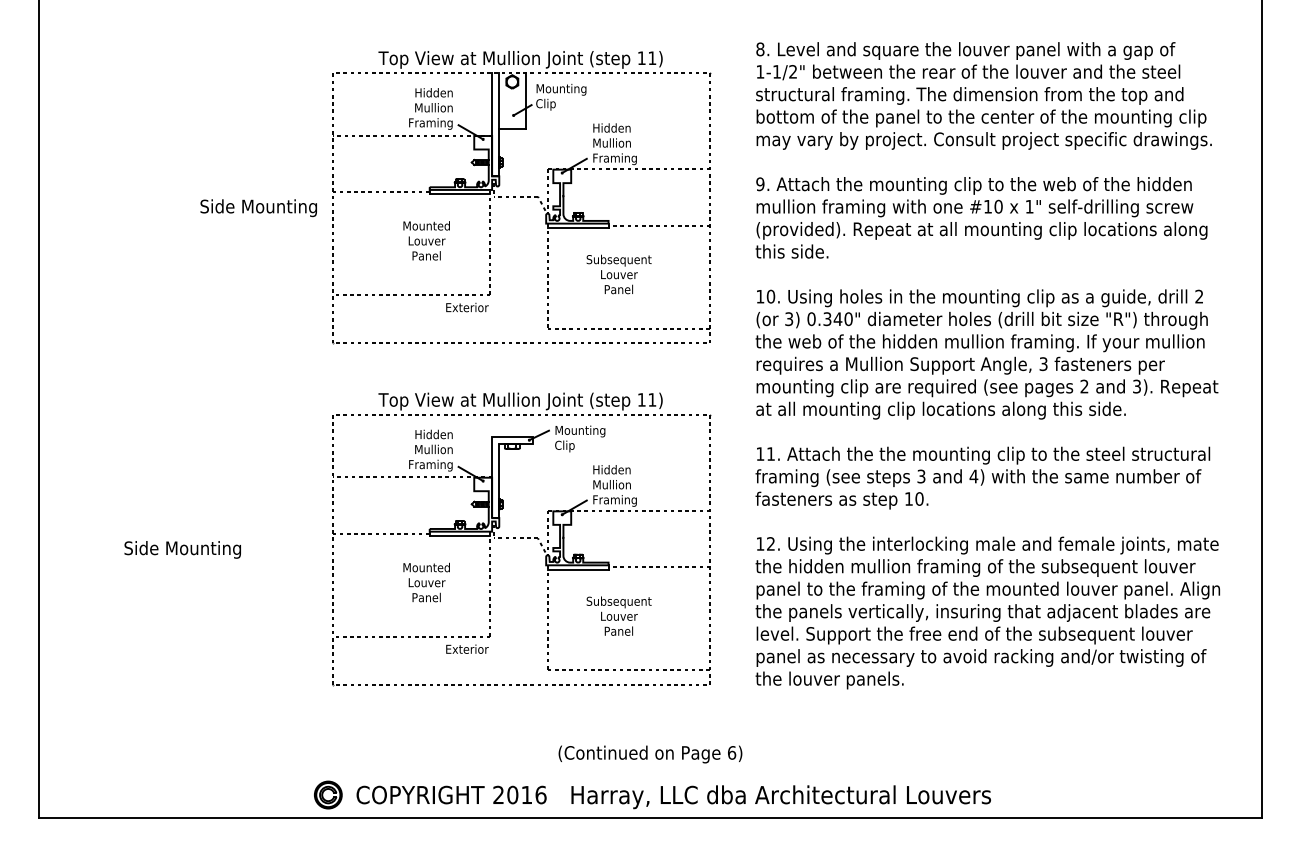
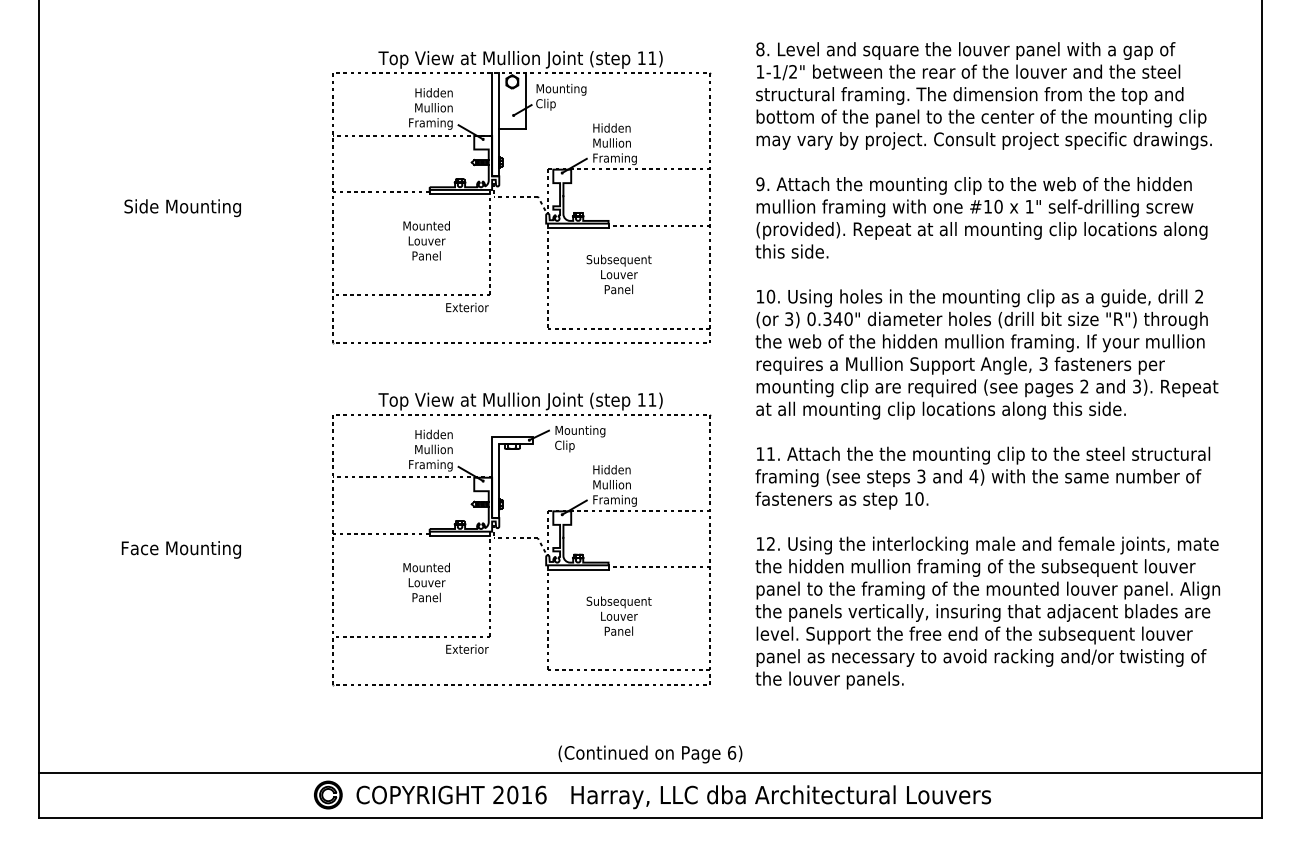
text at (258, 208) position: (258, 208) -> (182, 208)
text at (134, 548): Side Mounting -> Face Mounting
line at (650, 772): none -> present
